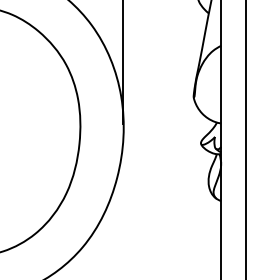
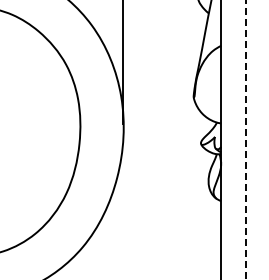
line at (246, 140): solid -> dashed
